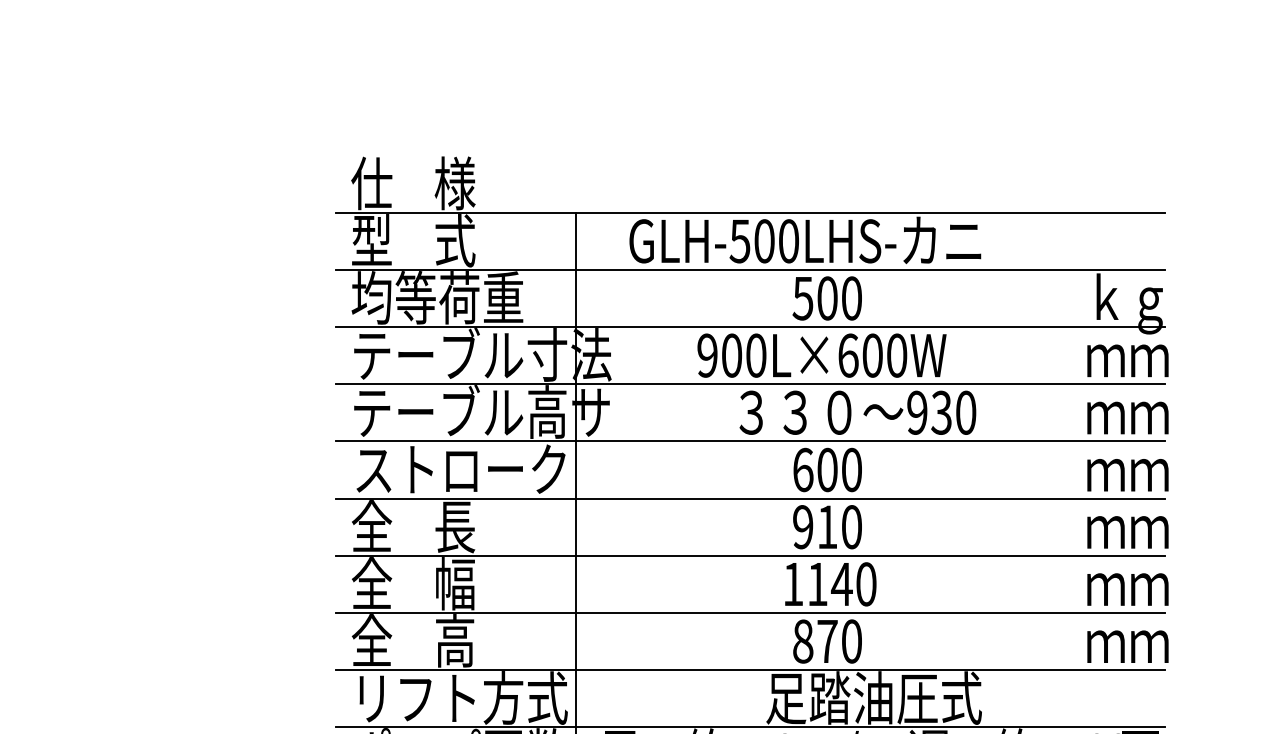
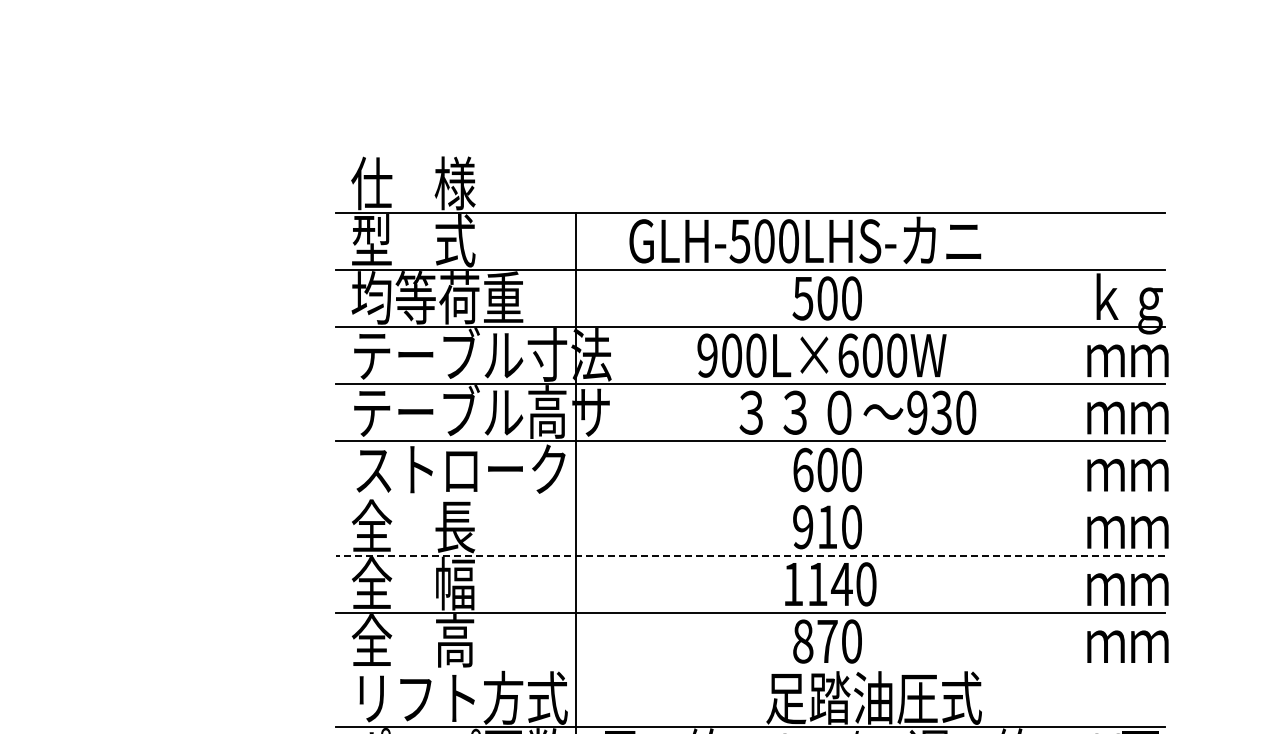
line at (749, 498): present -> none
line at (750, 555): solid -> dashed
line at (749, 670): present -> none
